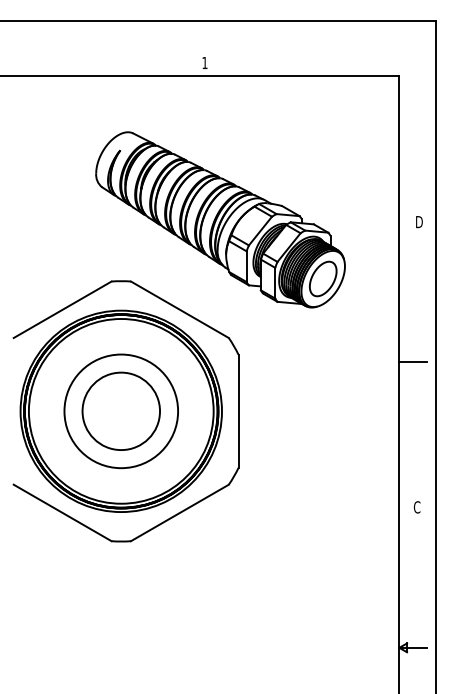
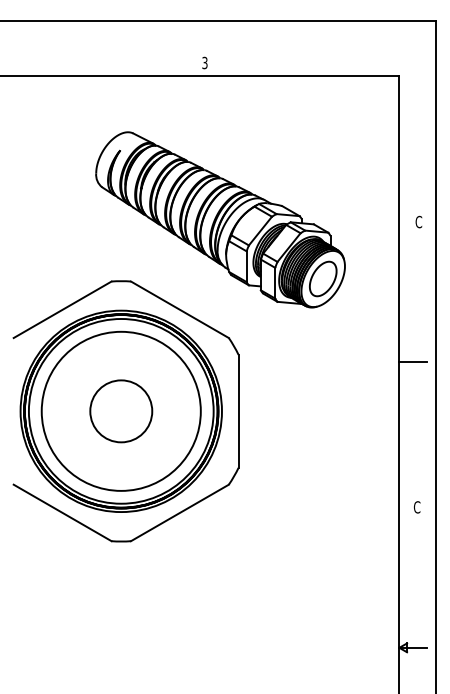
text at (204, 62): 1 -> 3
text at (418, 221): D -> C
circle at (121, 411) diameter: 114 px -> 159 px
circle at (121, 411) diameter: 77 px -> 62 px
